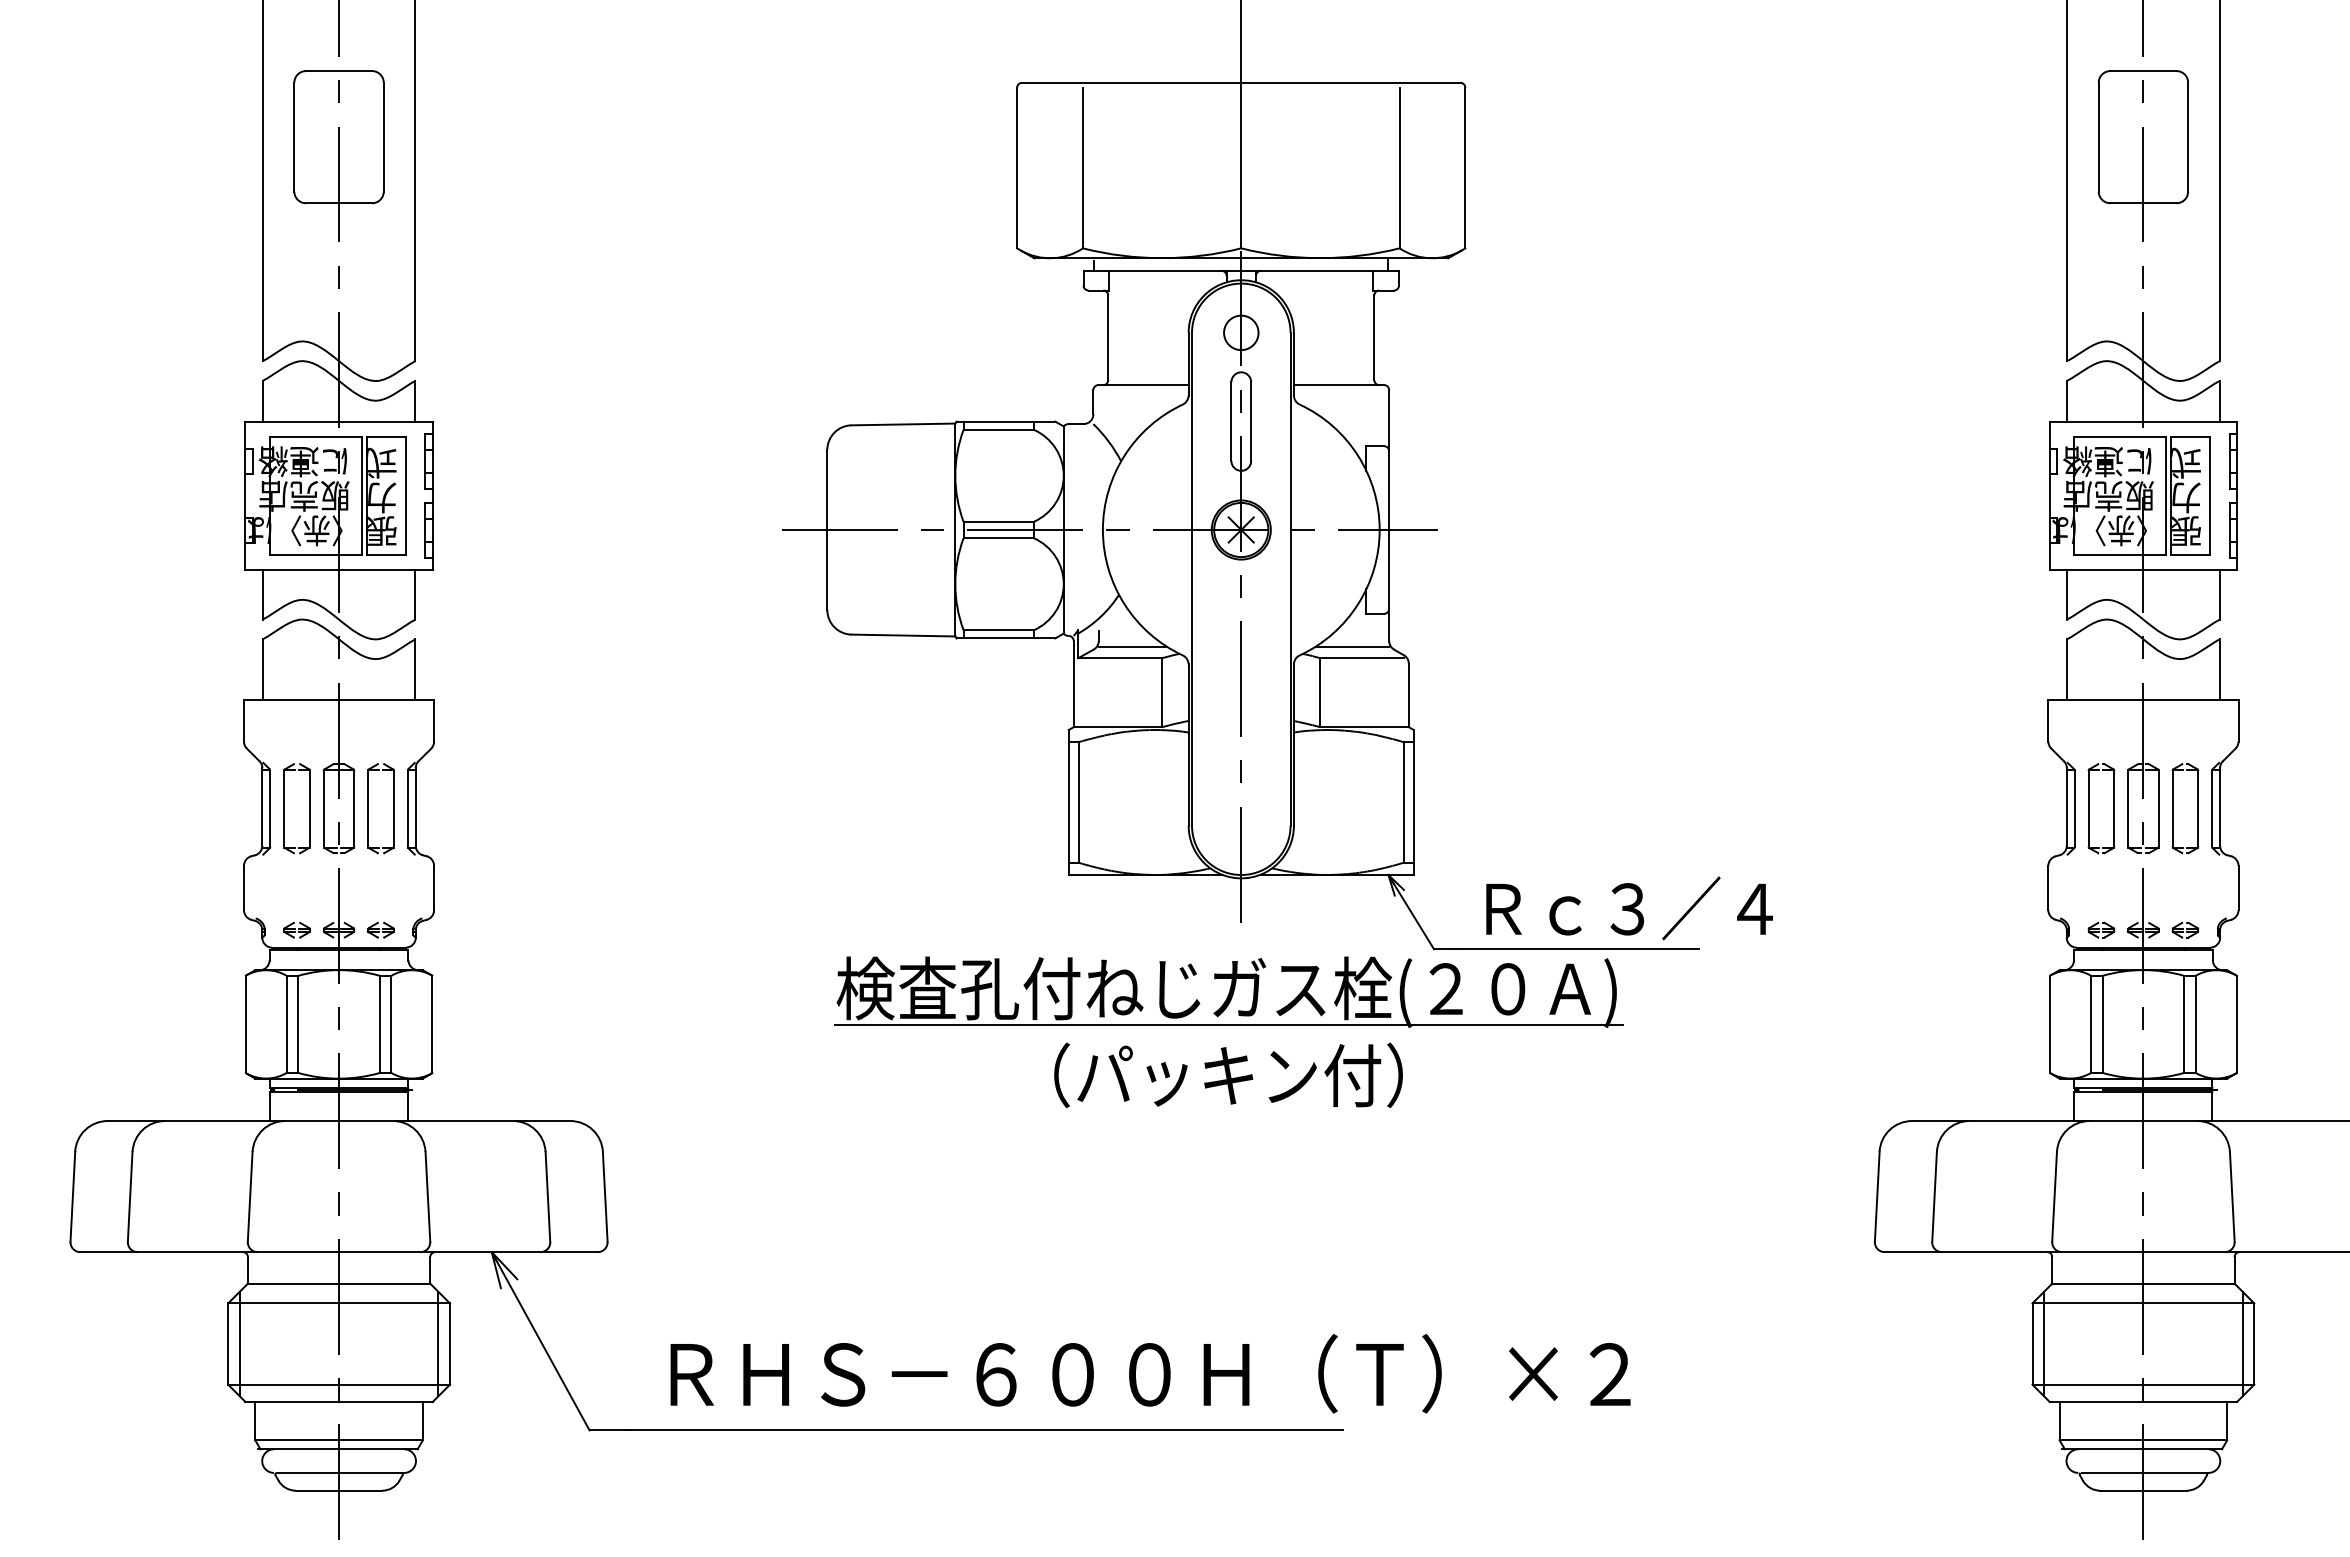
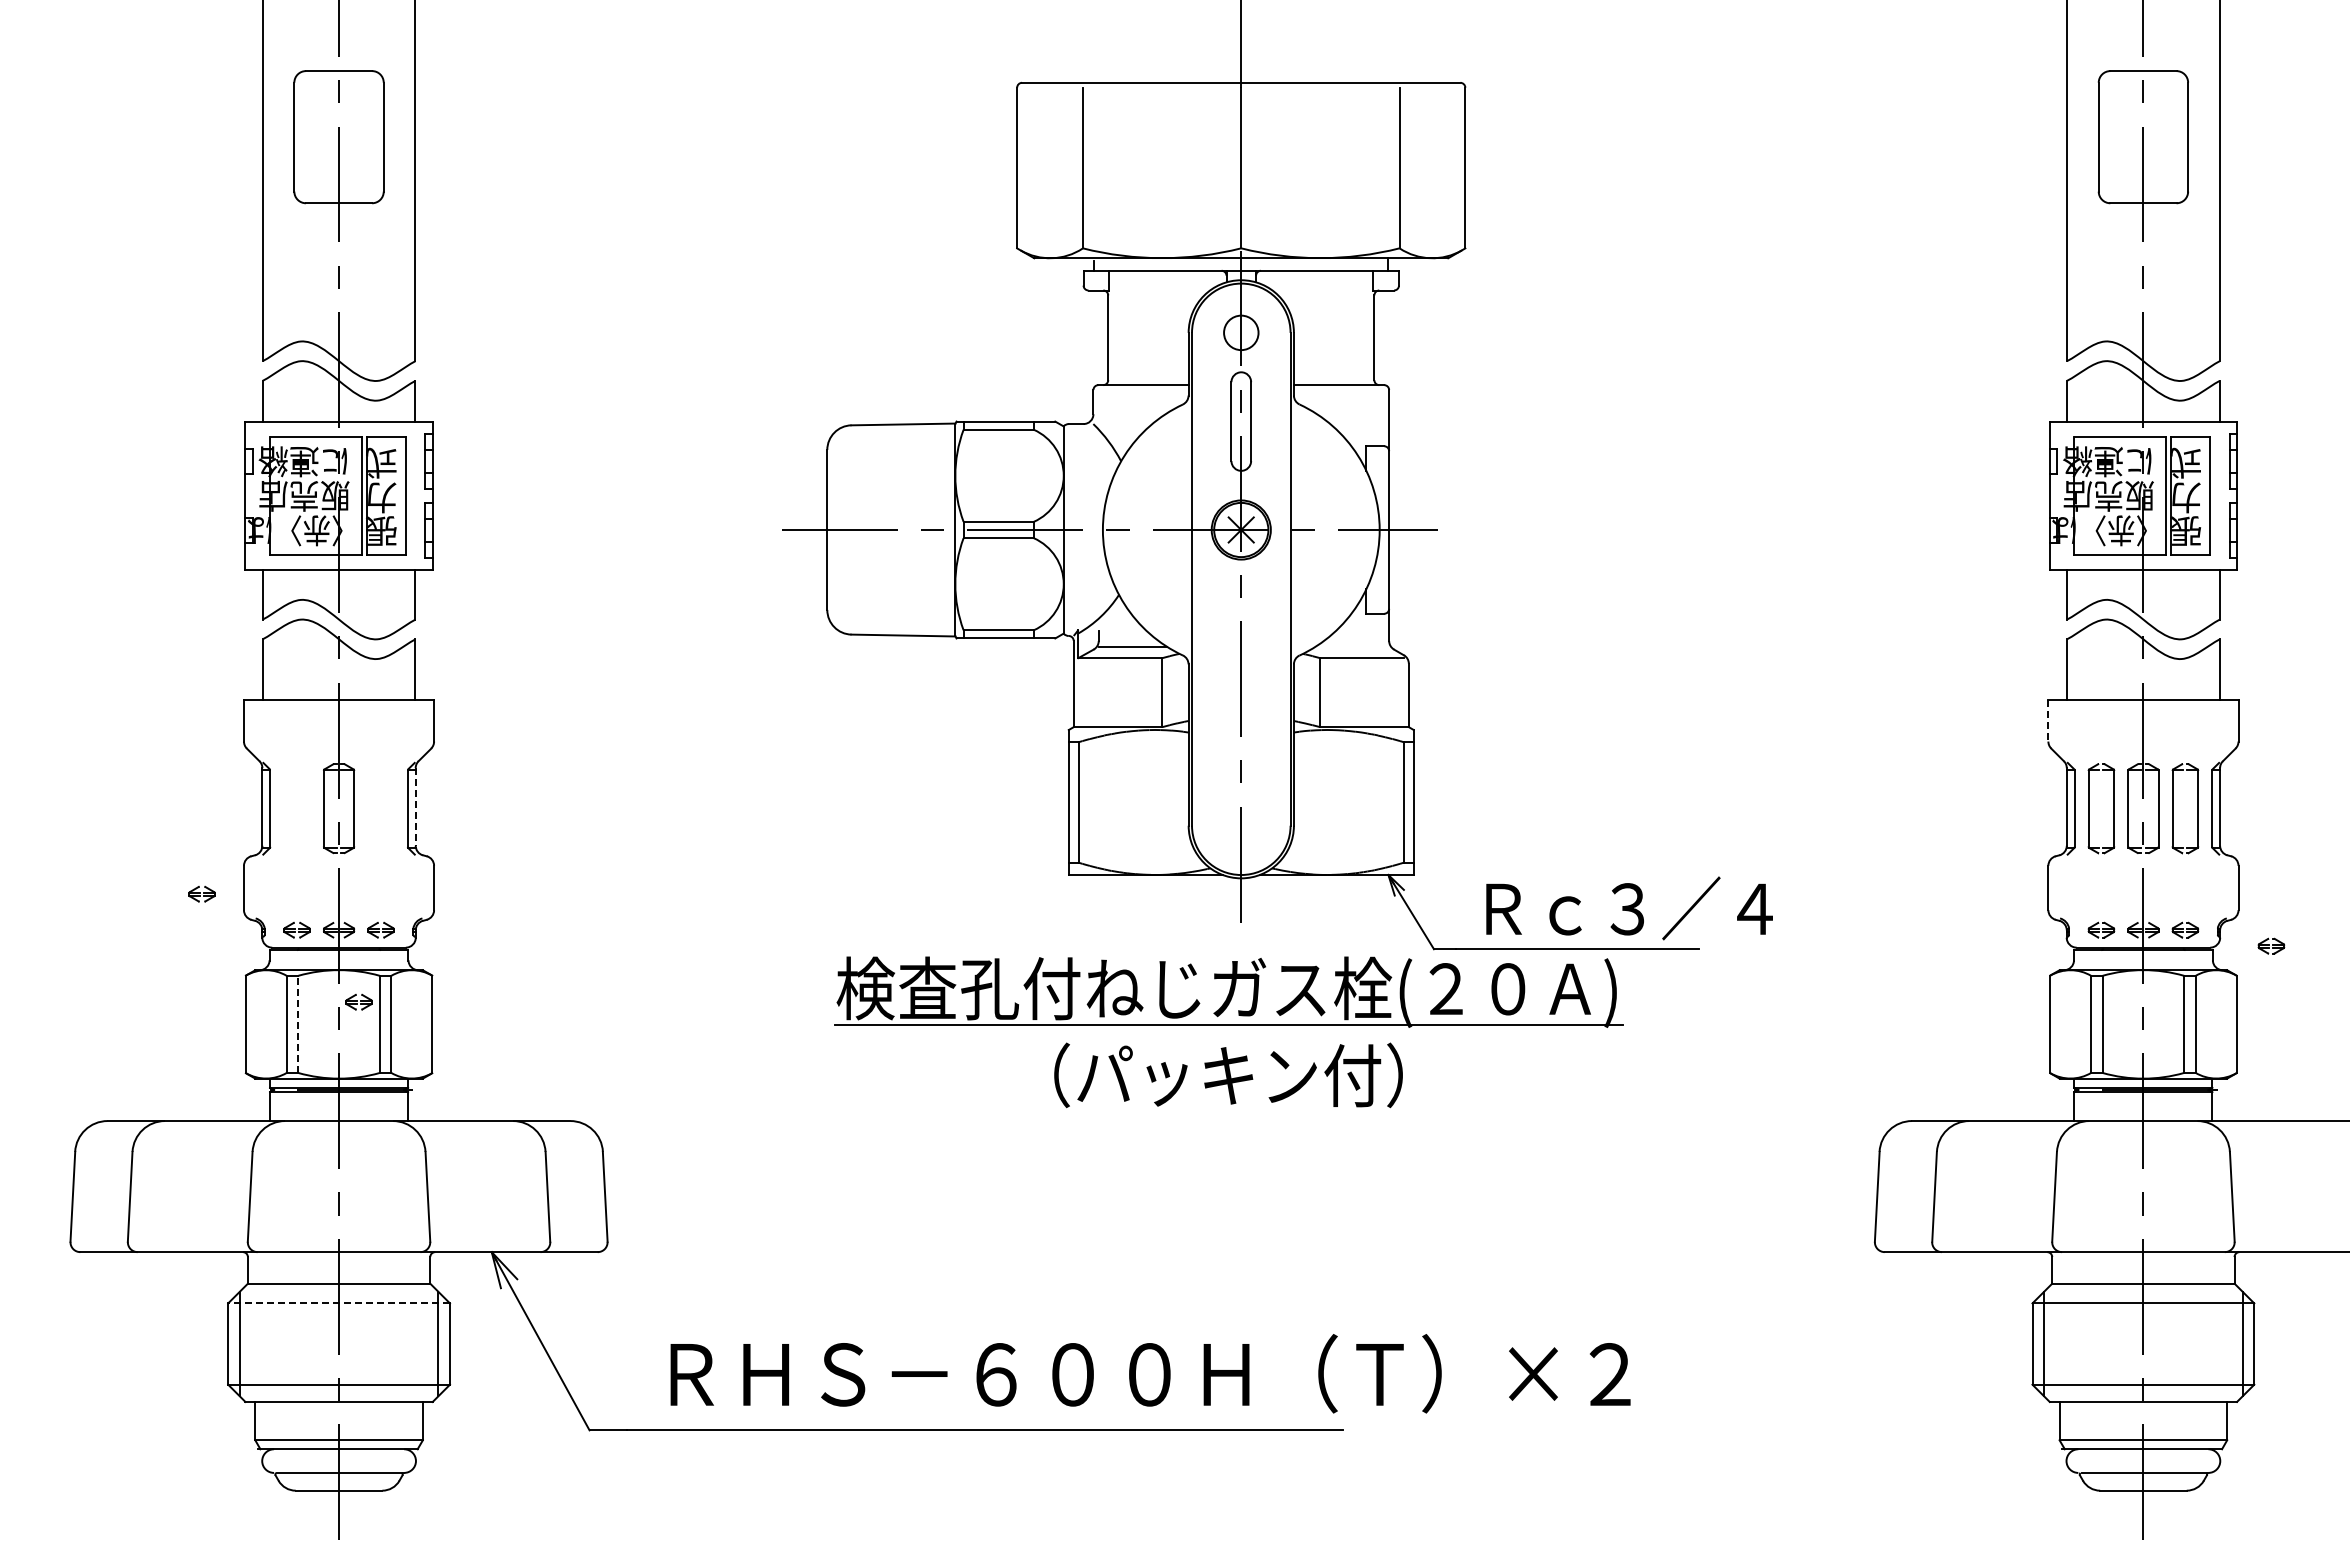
line at (1352, 646): present -> none
line at (2048, 720): solid -> dashed
line at (415, 806): solid -> dashed
part at (284, 808): present -> none
part at (368, 808): present -> none
part at (201, 893): none -> present
part at (2271, 945): none -> present
part at (358, 1001): none -> present
line at (298, 1024): solid -> dashed
line at (339, 1303): solid -> dashed
